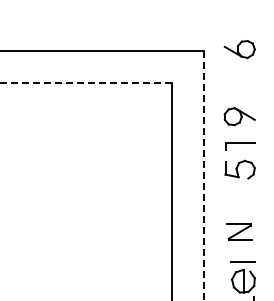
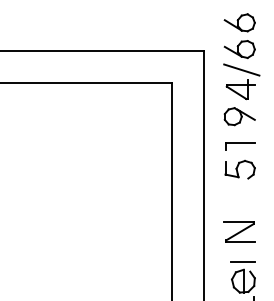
part at (239, 22): none -> present
part at (241, 81): none -> present
line at (86, 82): dashed -> solid
line at (204, 176): dashed -> solid
part at (239, 231) size: 27x18 px -> 33x22 px
